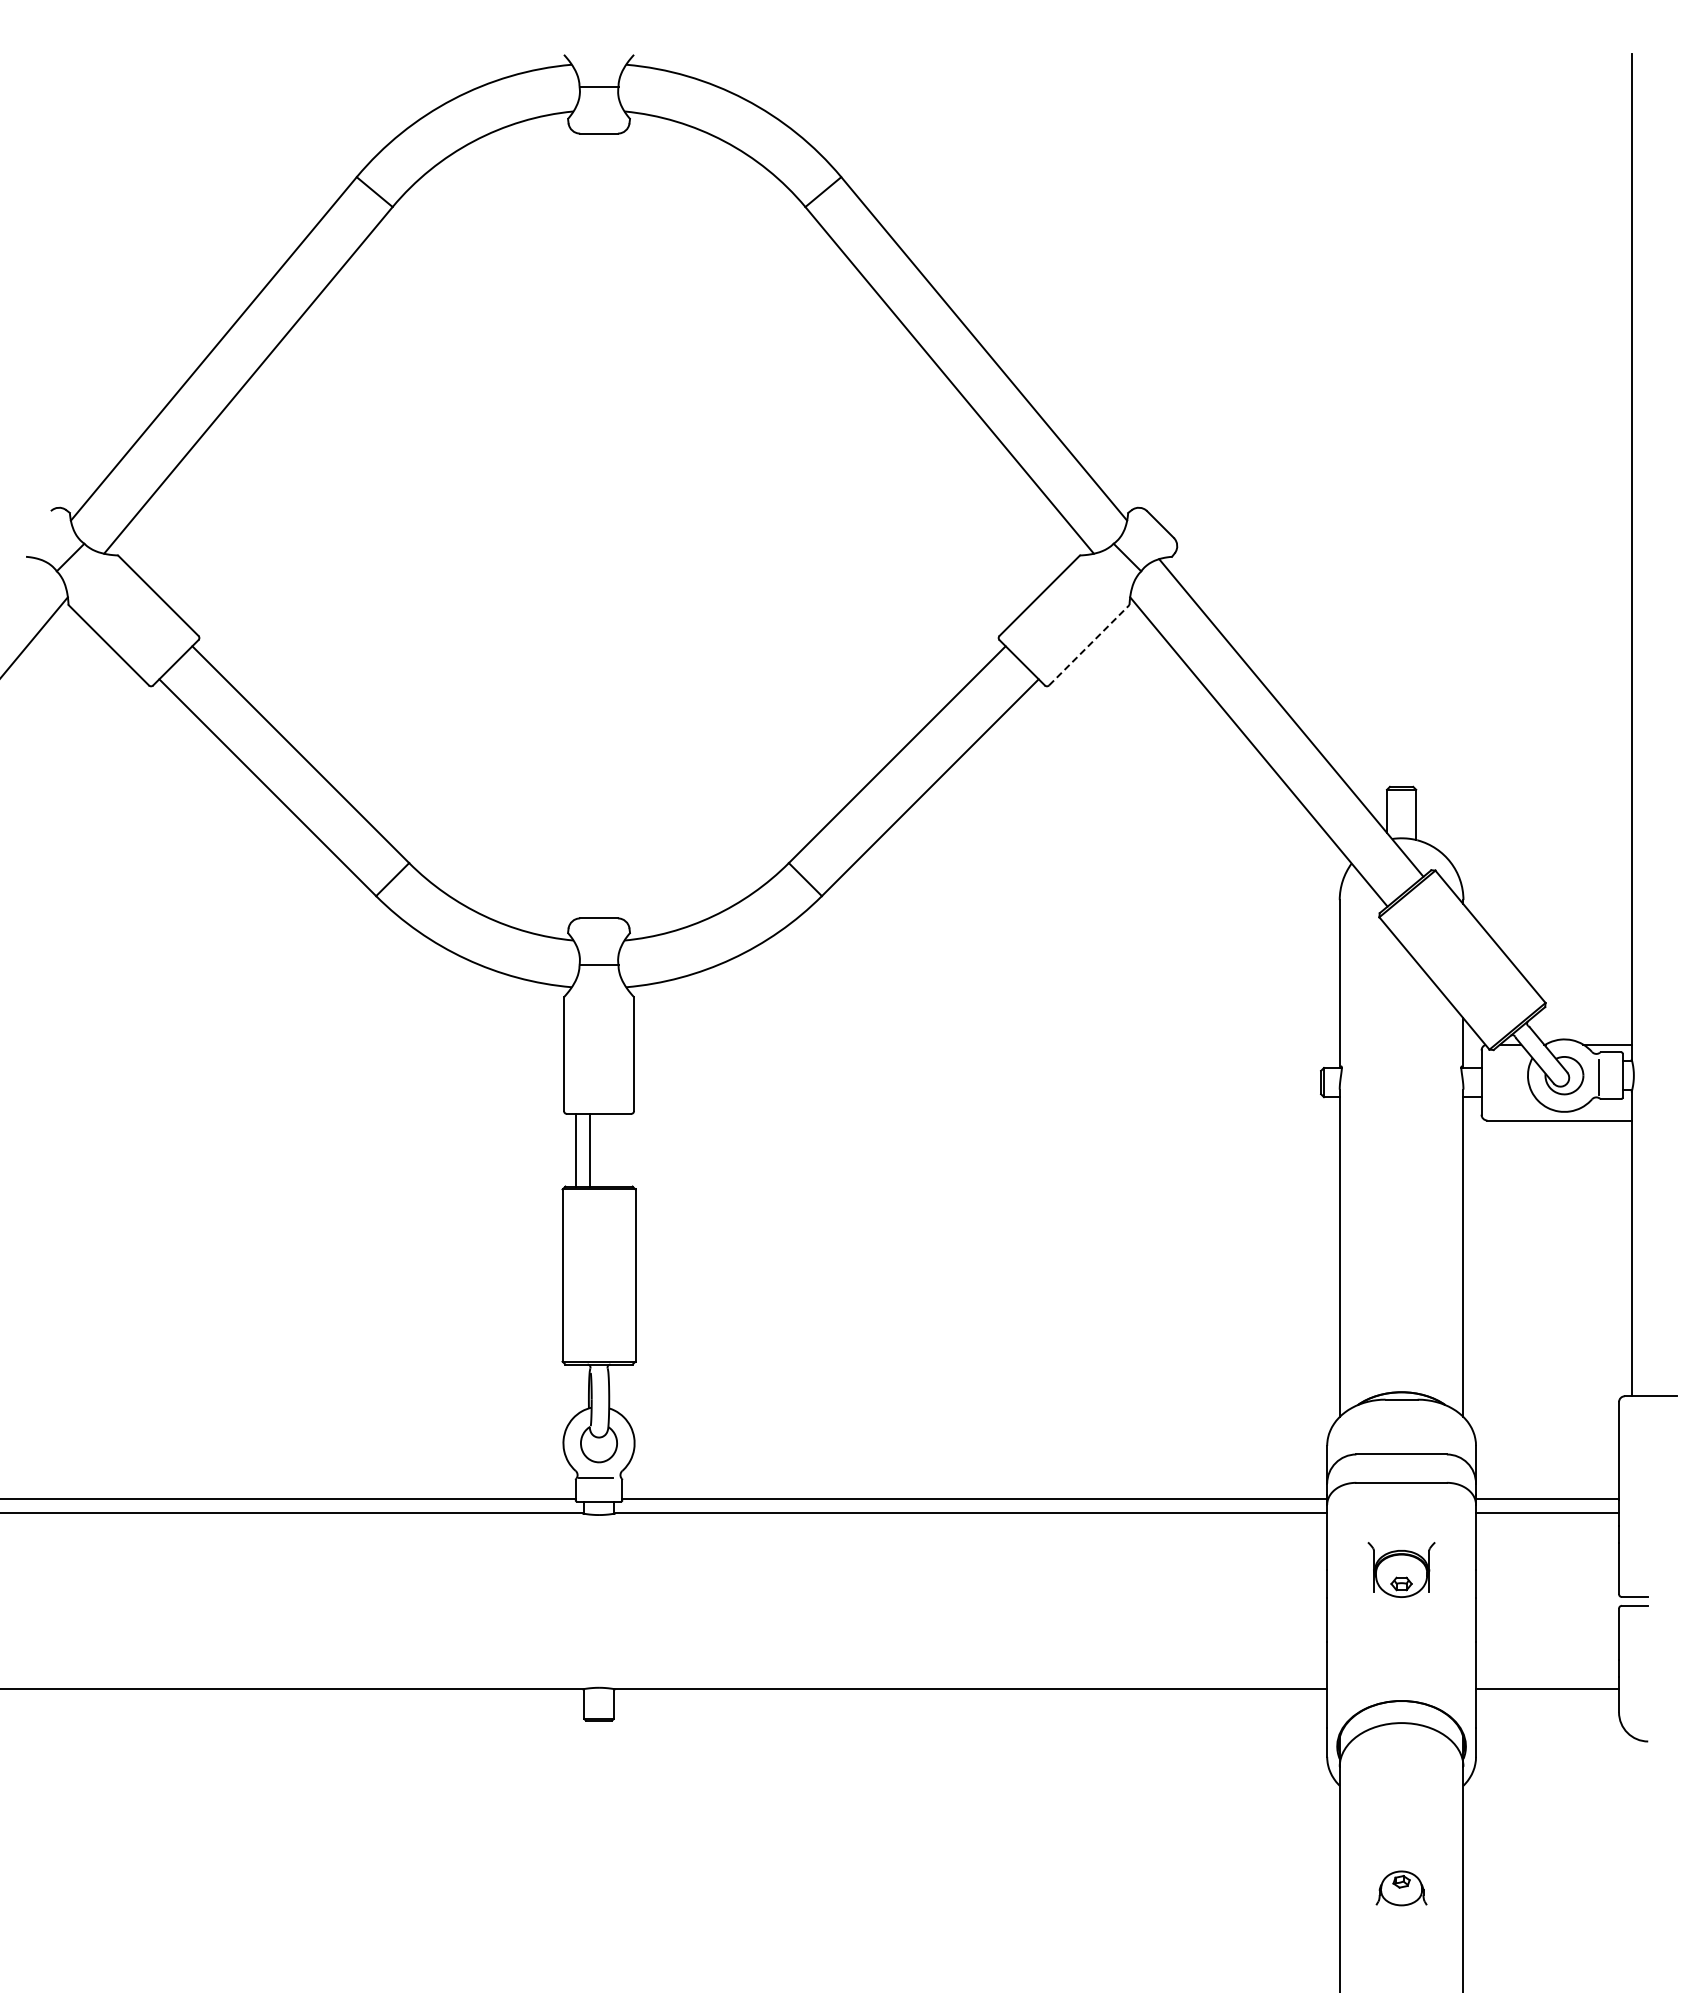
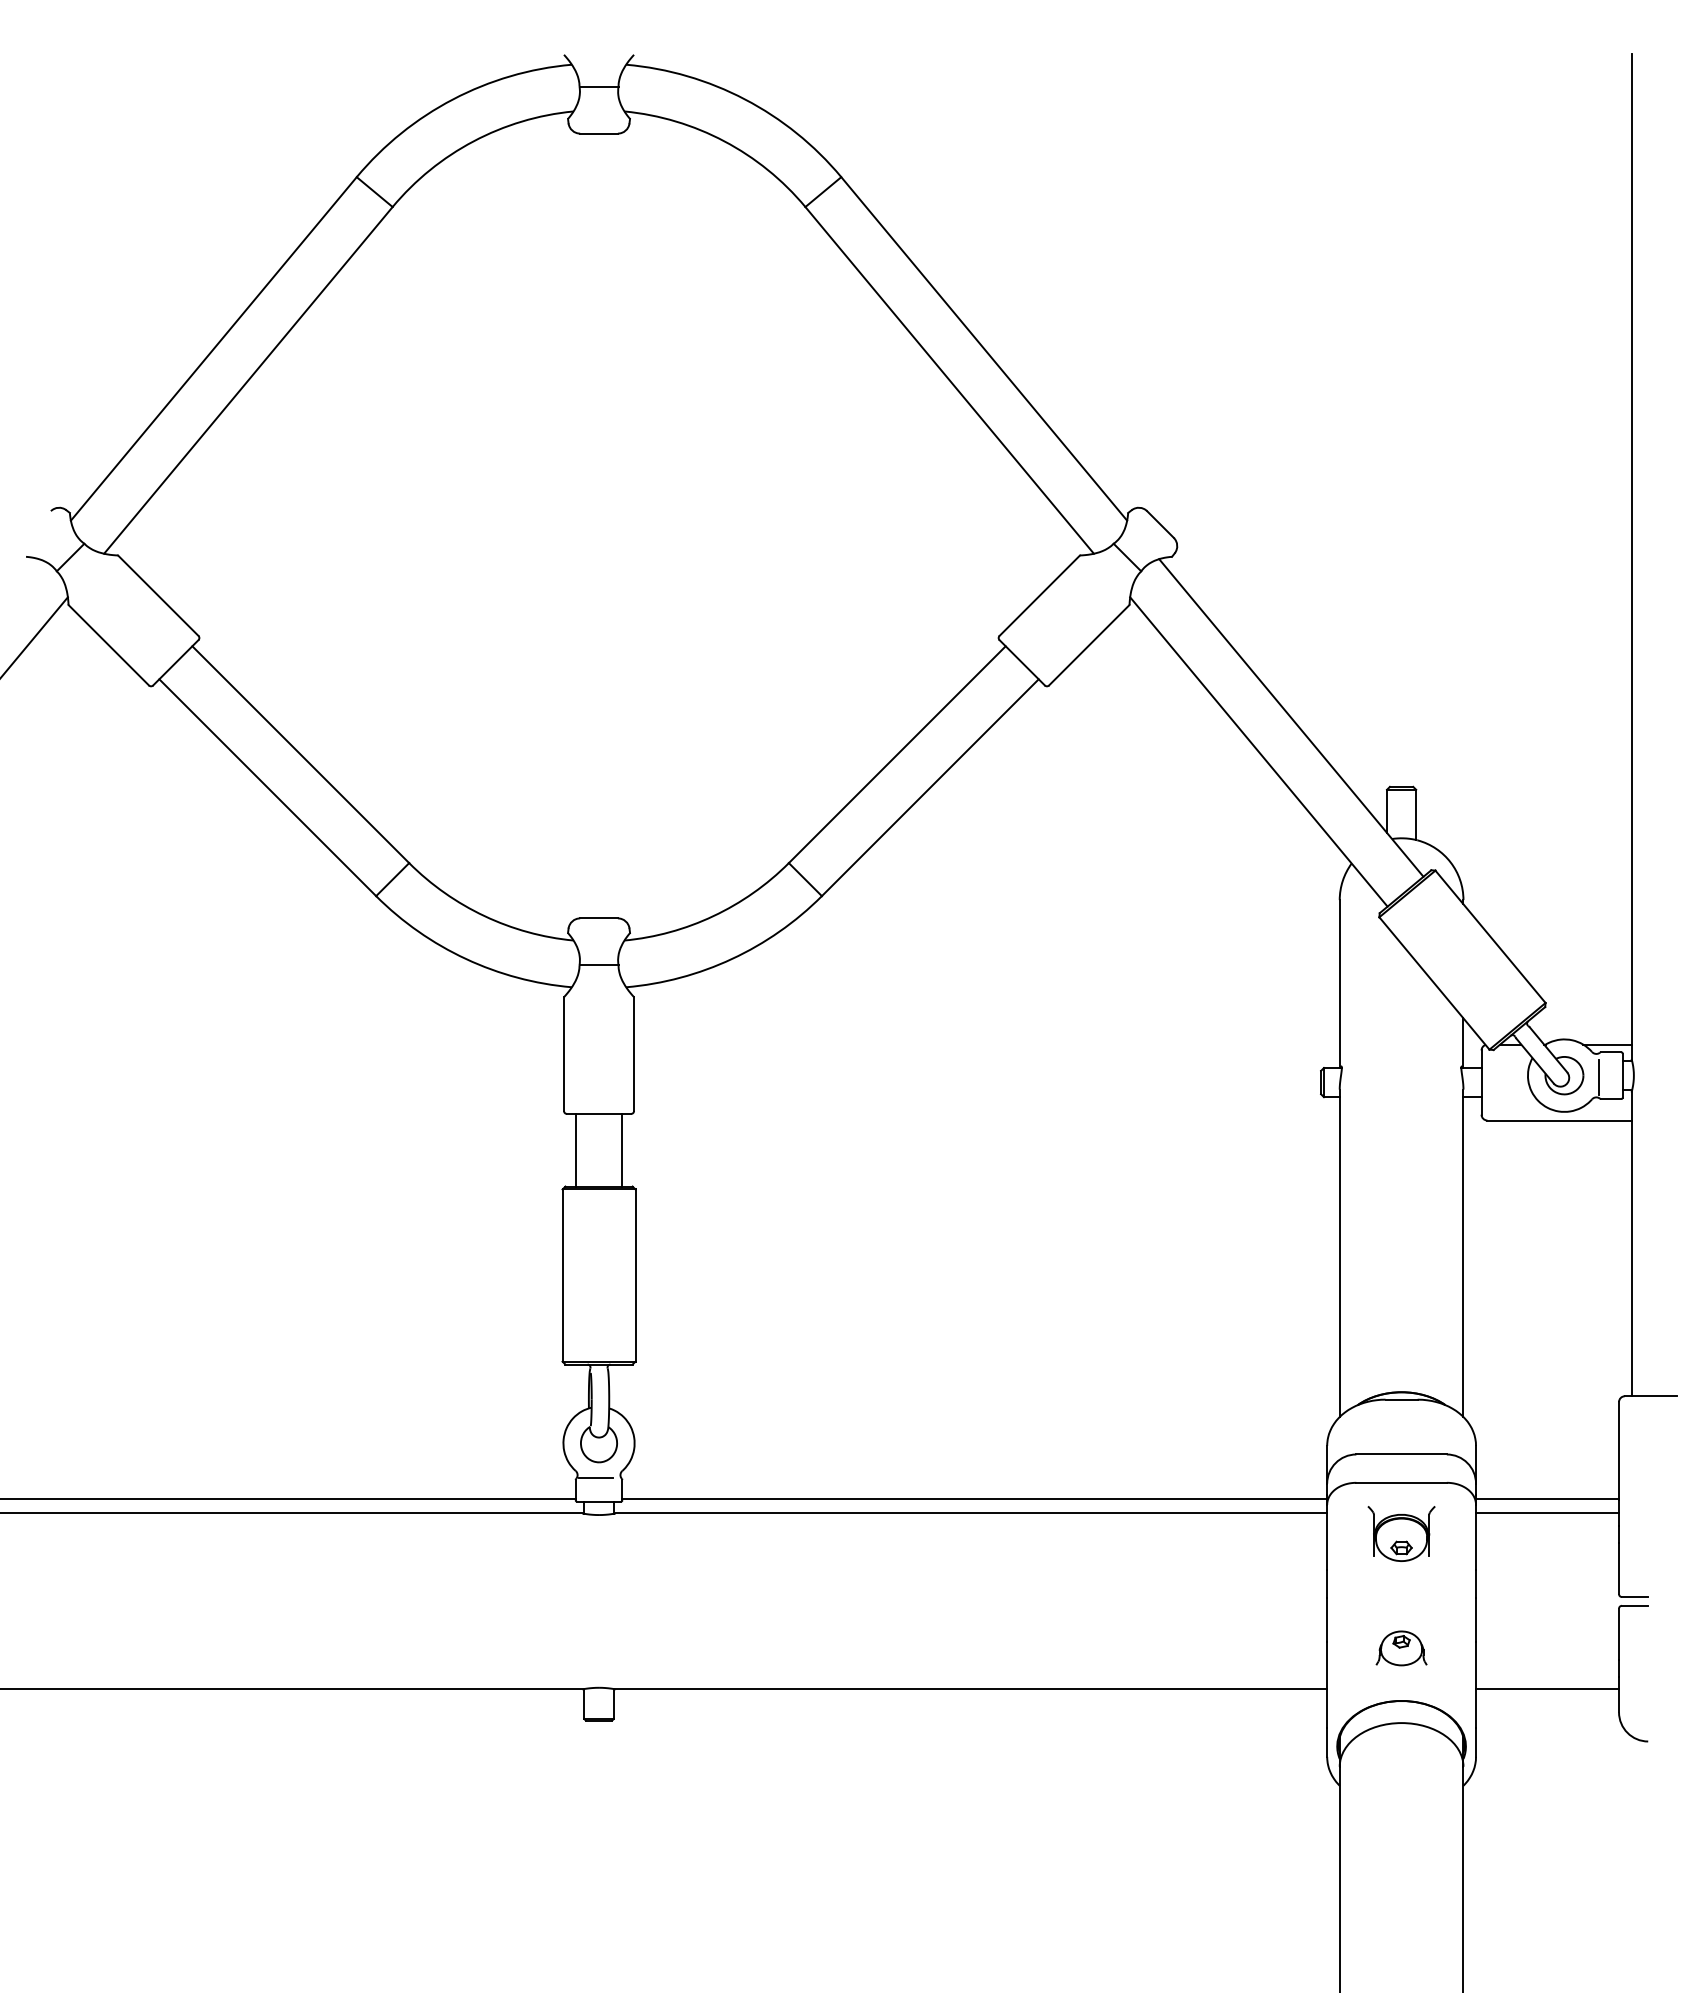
line at (1089, 645): dashed -> solid
line at (590, 1149) position: (590, 1149) -> (622, 1149)
part at (1401, 1569) position: (1401, 1569) -> (1401, 1533)
part at (1401, 1888) position: (1401, 1888) -> (1401, 1648)
